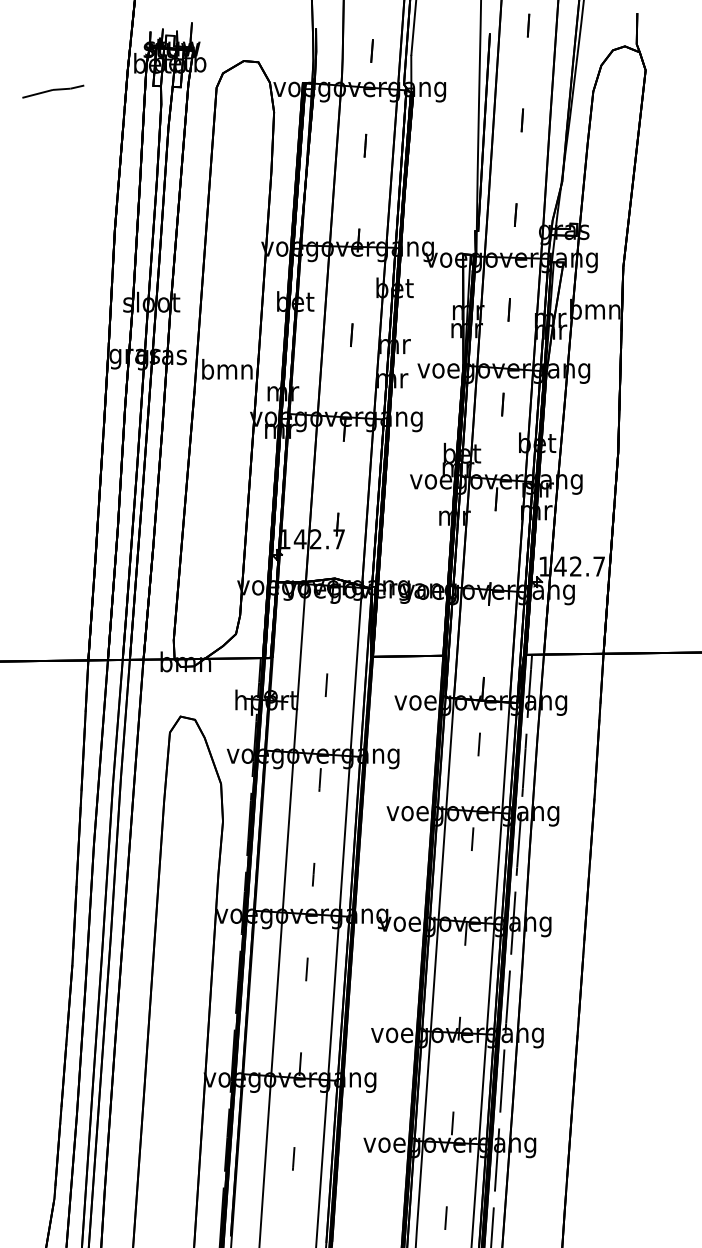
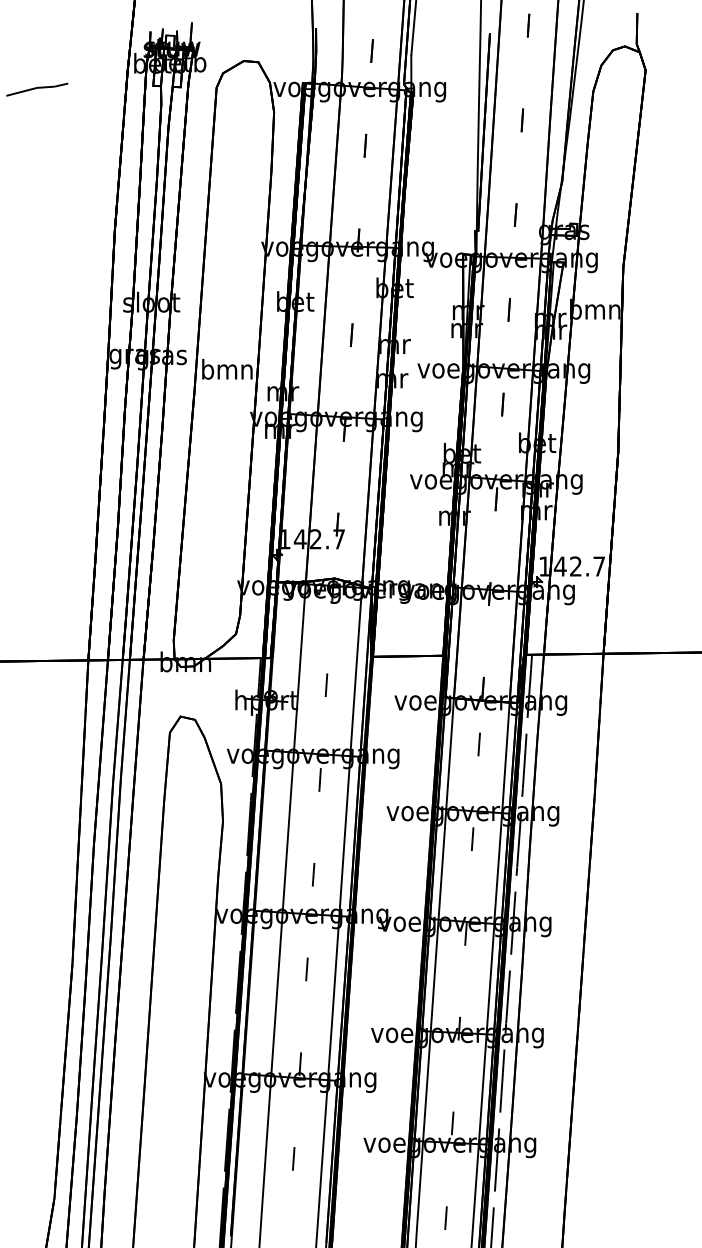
line at (53, 90) position: (53, 90) -> (37, 88)
